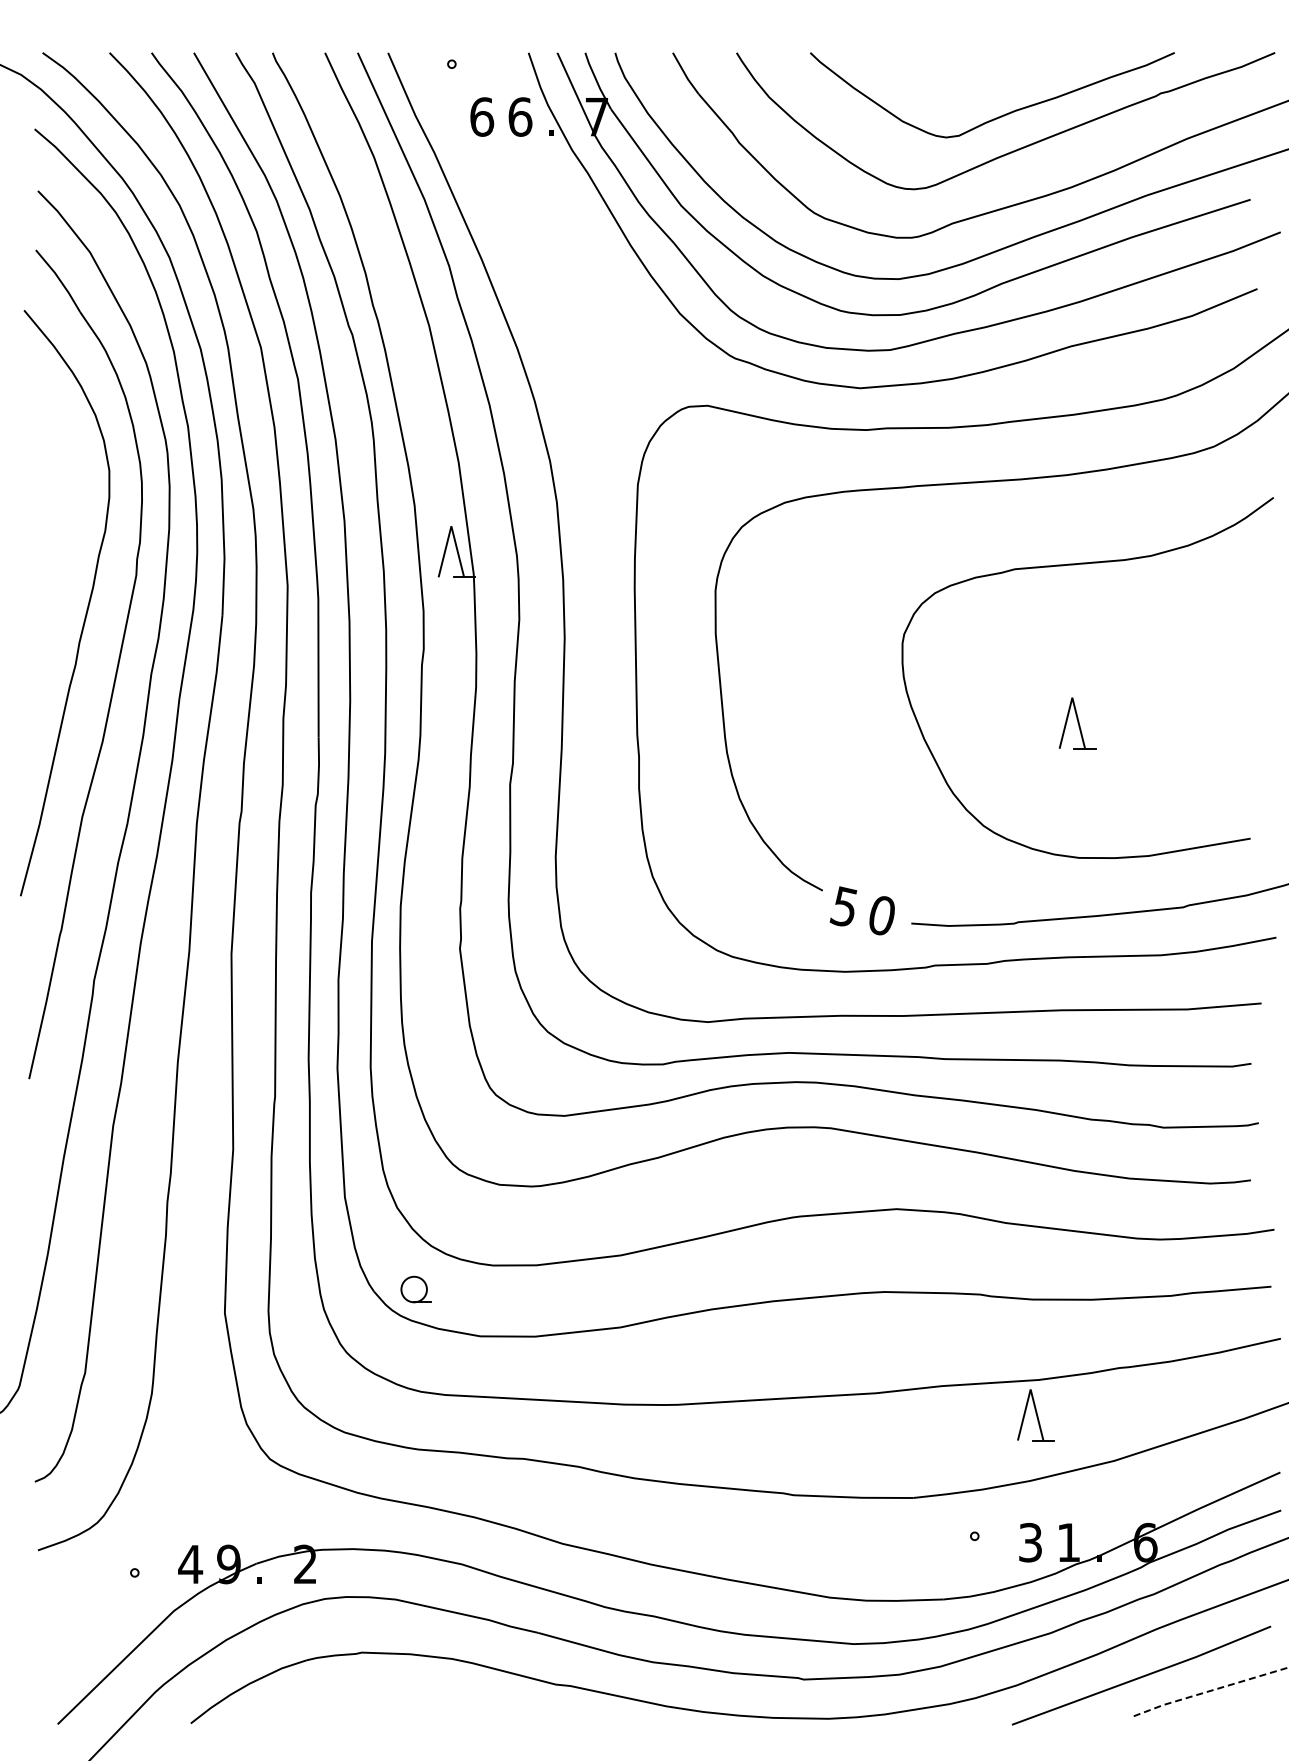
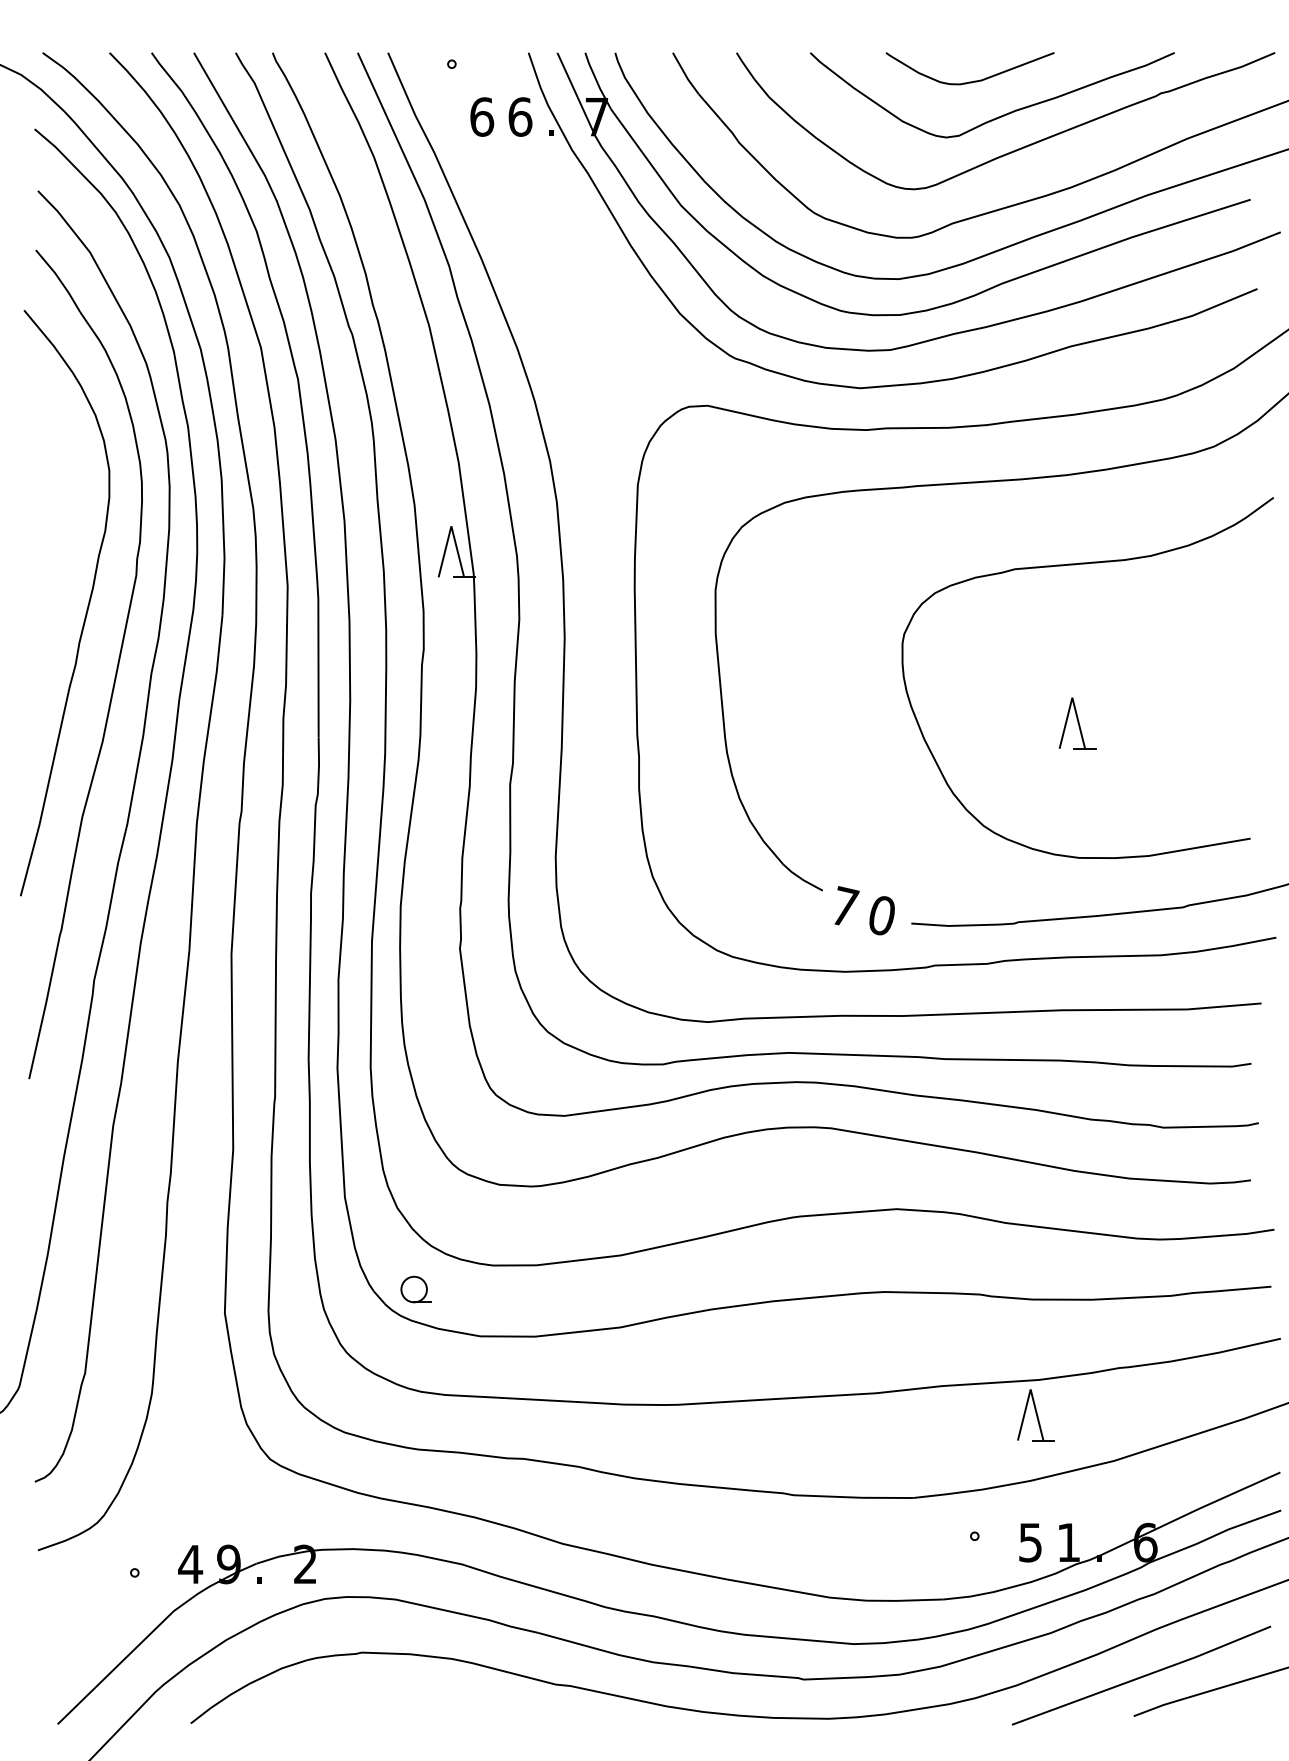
curve at (974, 80): none -> present
text at (844, 906): 5 -> 7
text at (1030, 1541): 3 -> 5
line at (1210, 1690): dashed -> solid
